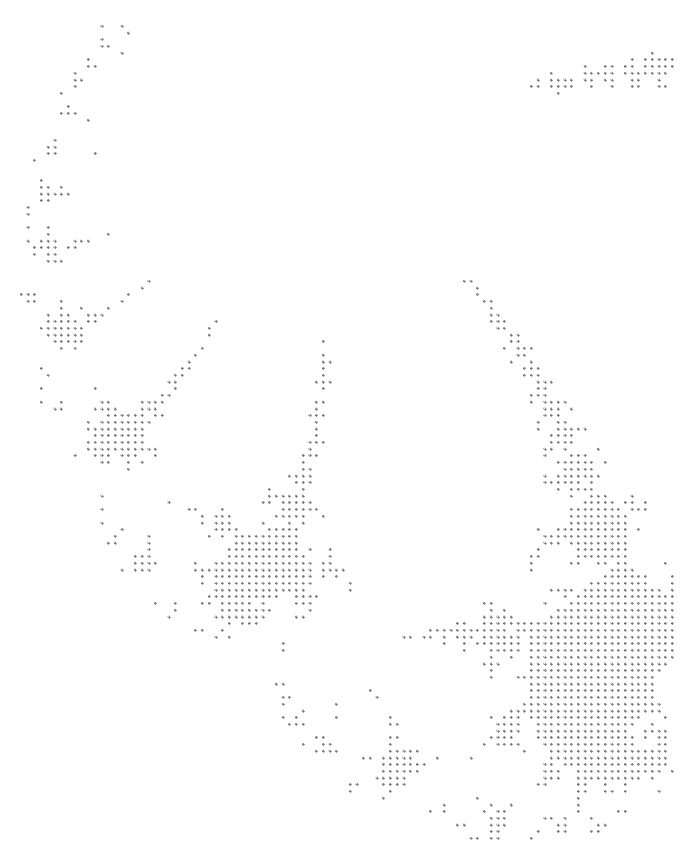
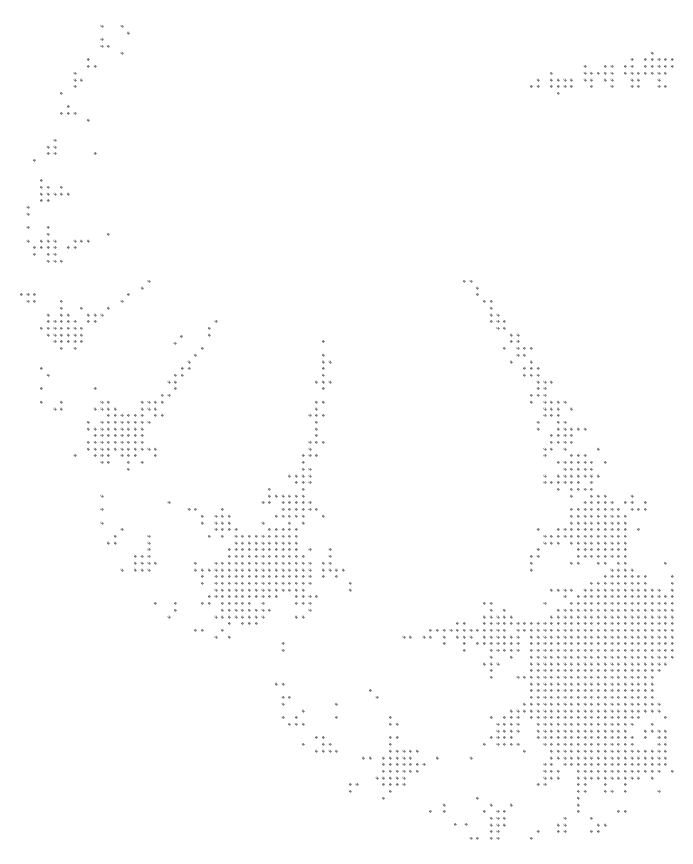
part at (177, 339): none -> present
part at (547, 818): present -> none
part at (460, 825) size: 10x3 px -> 14x3 px
